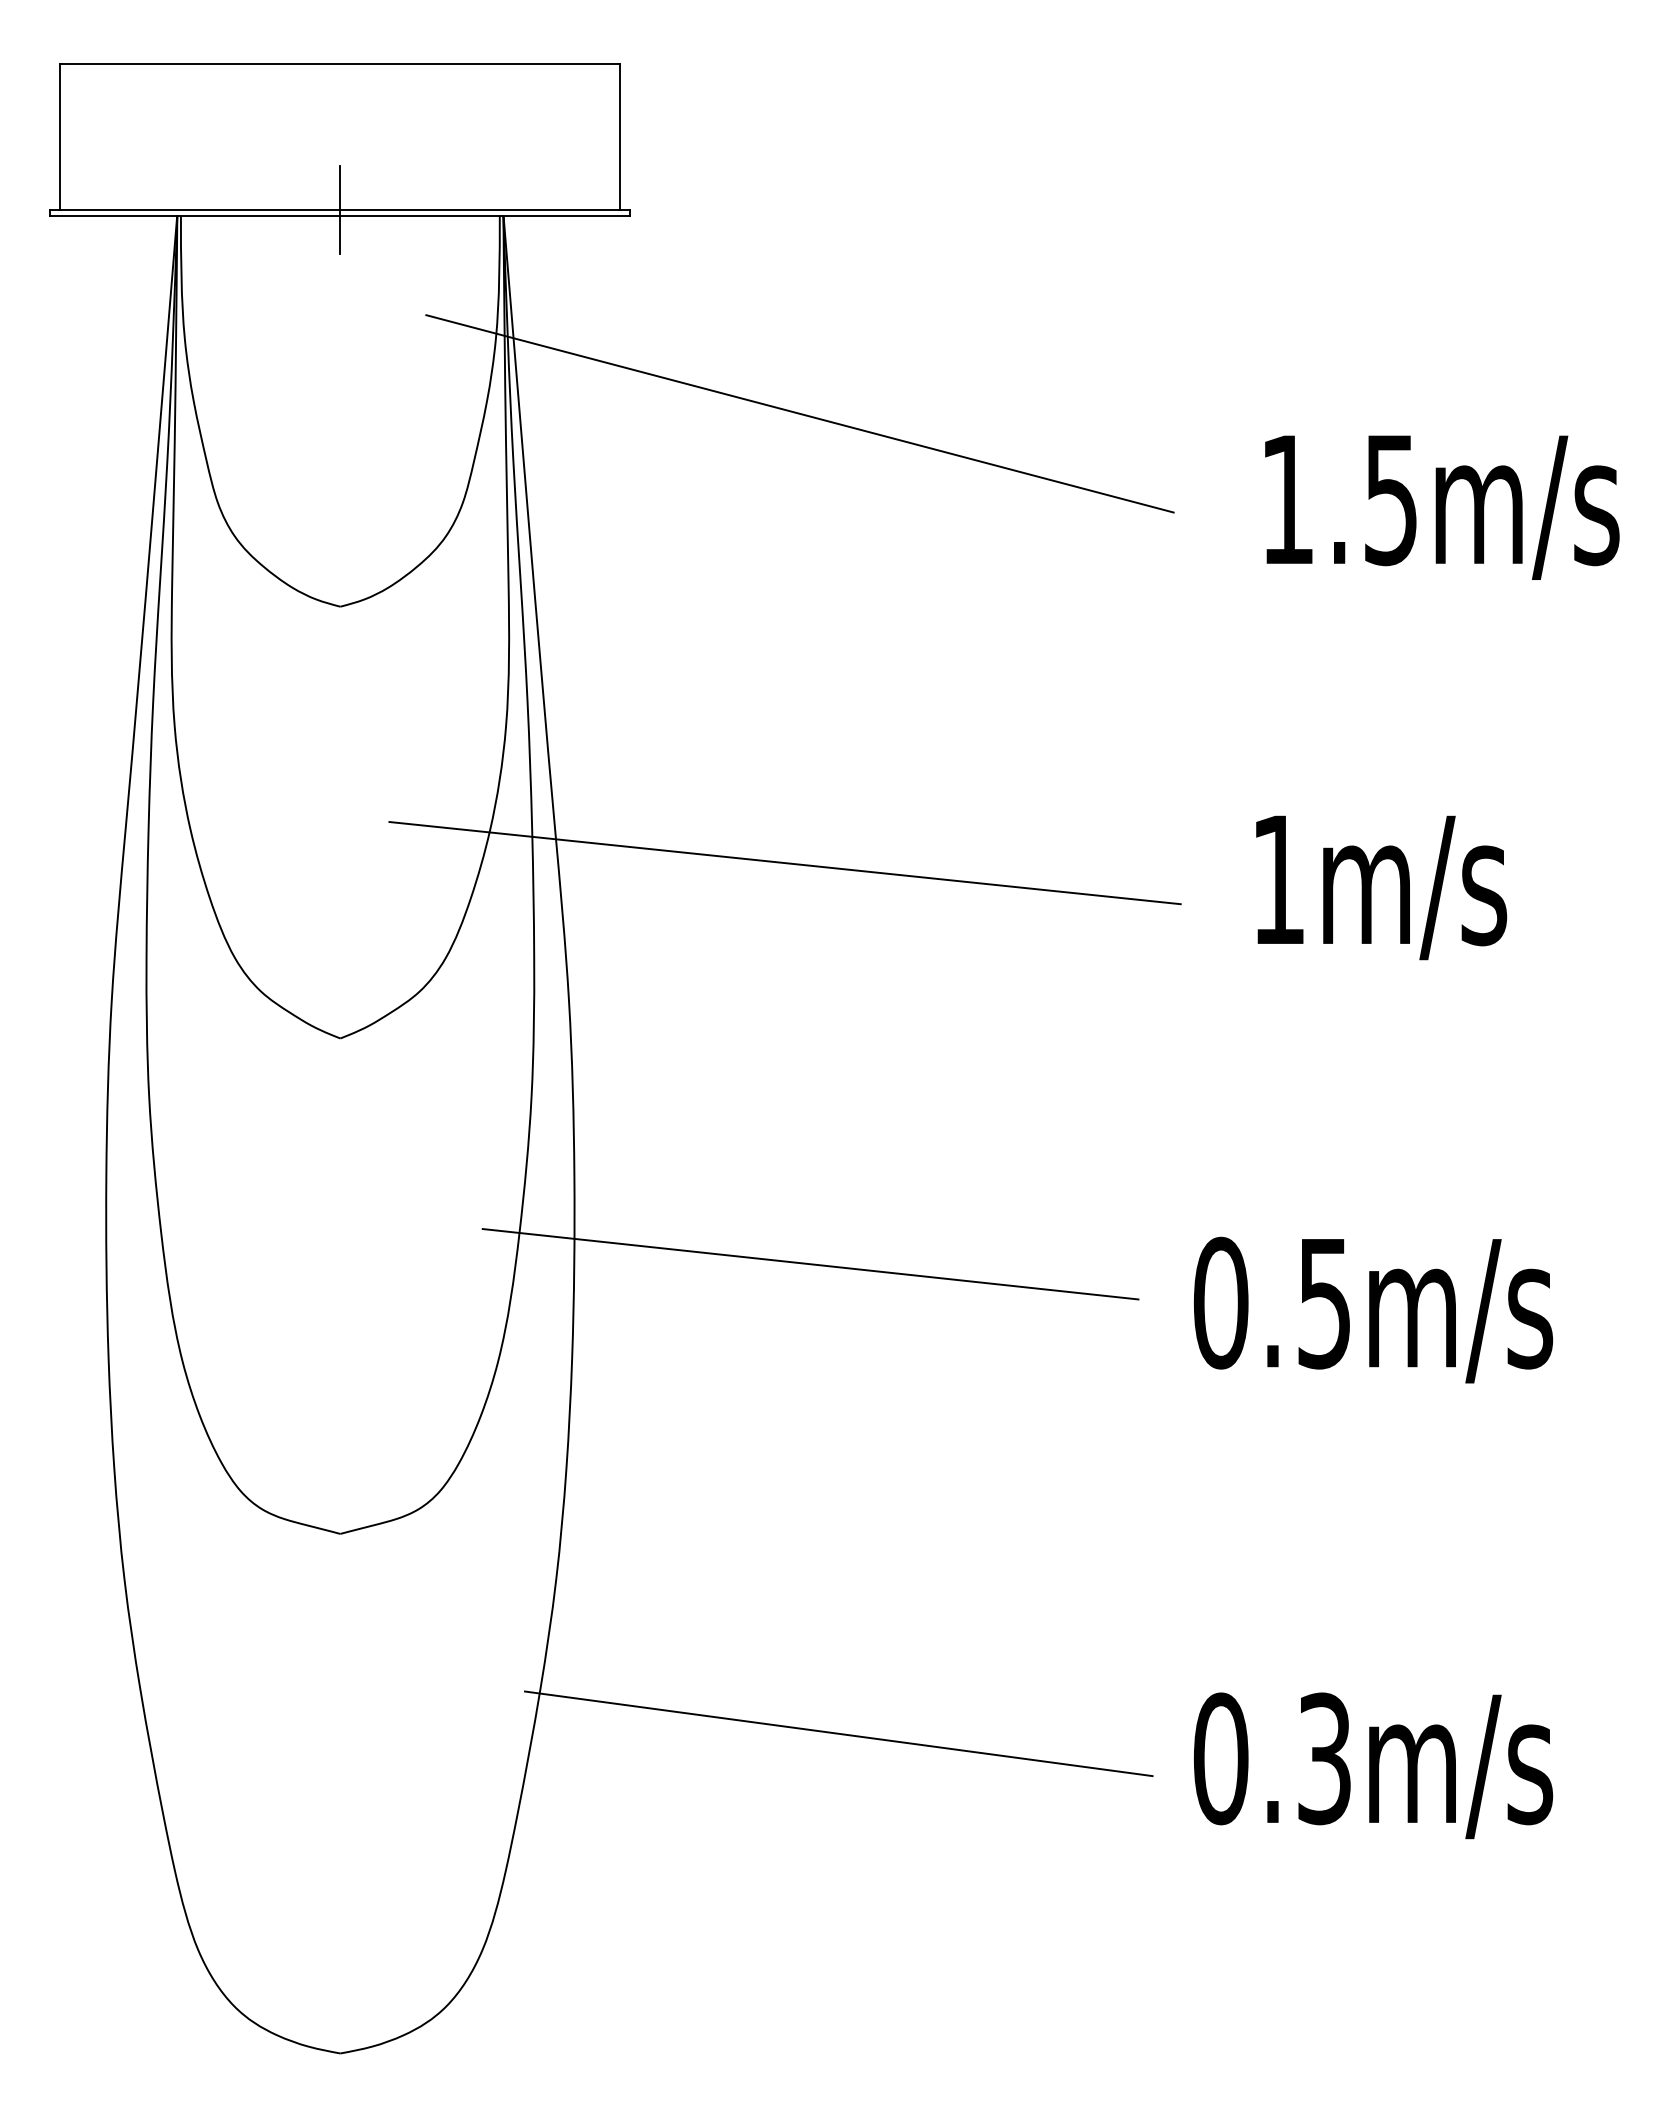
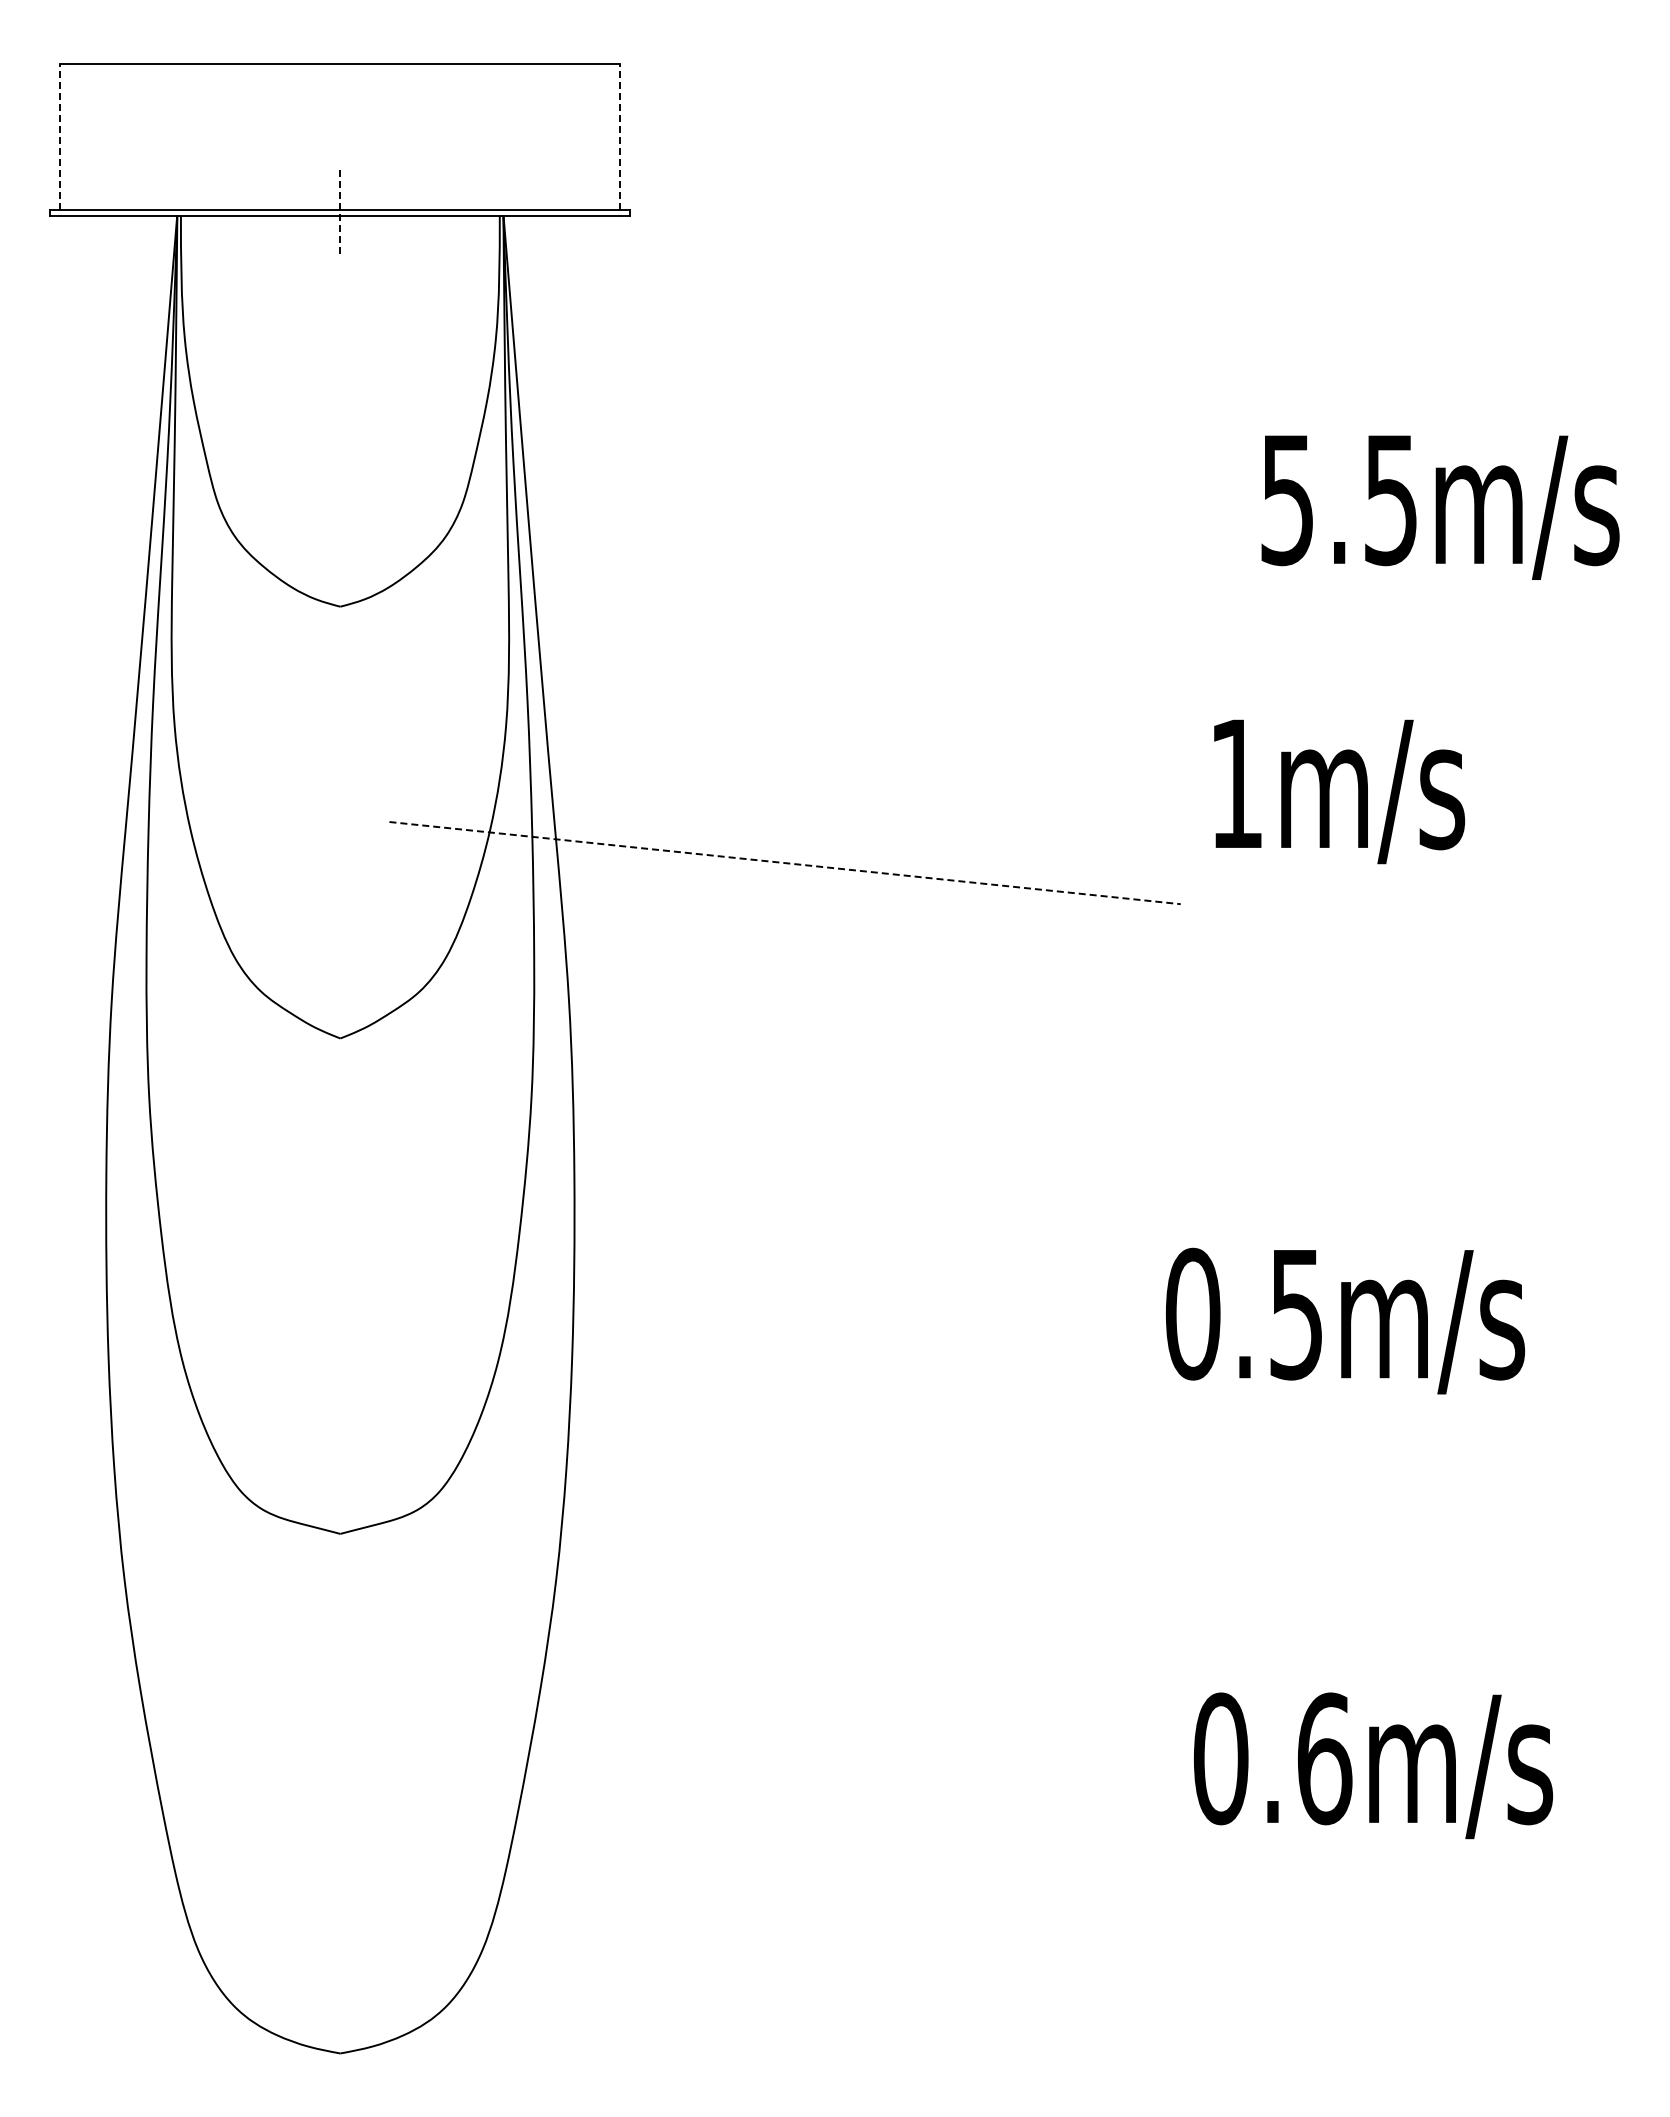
line at (60, 136): solid -> dashed
line at (620, 136): solid -> dashed
line at (340, 209): solid -> dashed
line at (799, 413): present -> none
text at (1286, 500): 1.5m/s -> 5.5m/s
line at (785, 863): solid -> dashed
text at (1381, 887) position: (1381, 887) -> (1339, 791)
line at (810, 1264): present -> none
text at (1373, 1309) position: (1373, 1309) -> (1345, 1320)
line at (838, 1733): present -> none
text at (1324, 1758): 0.3m/s -> 0.6m/s
